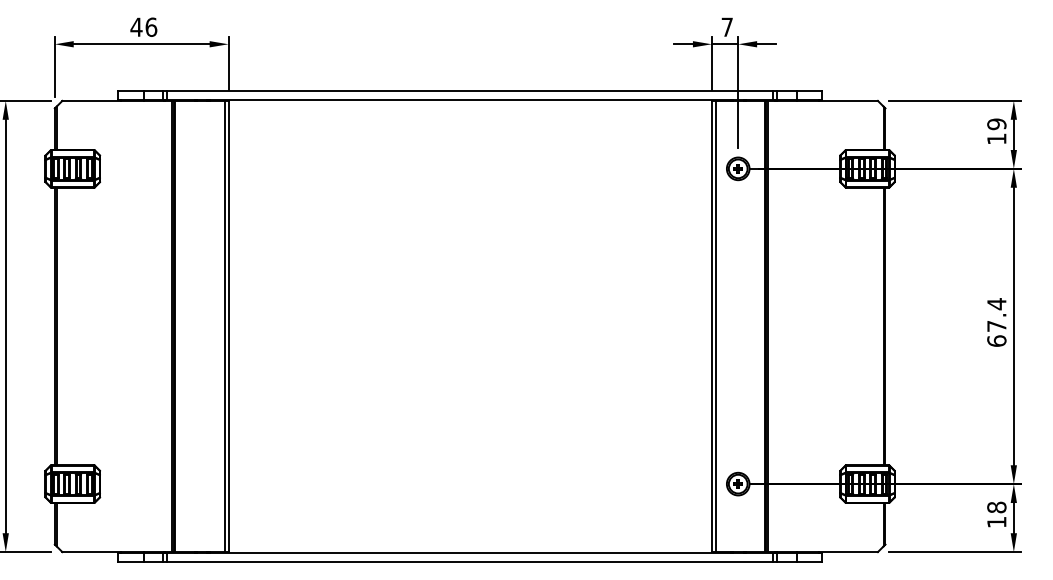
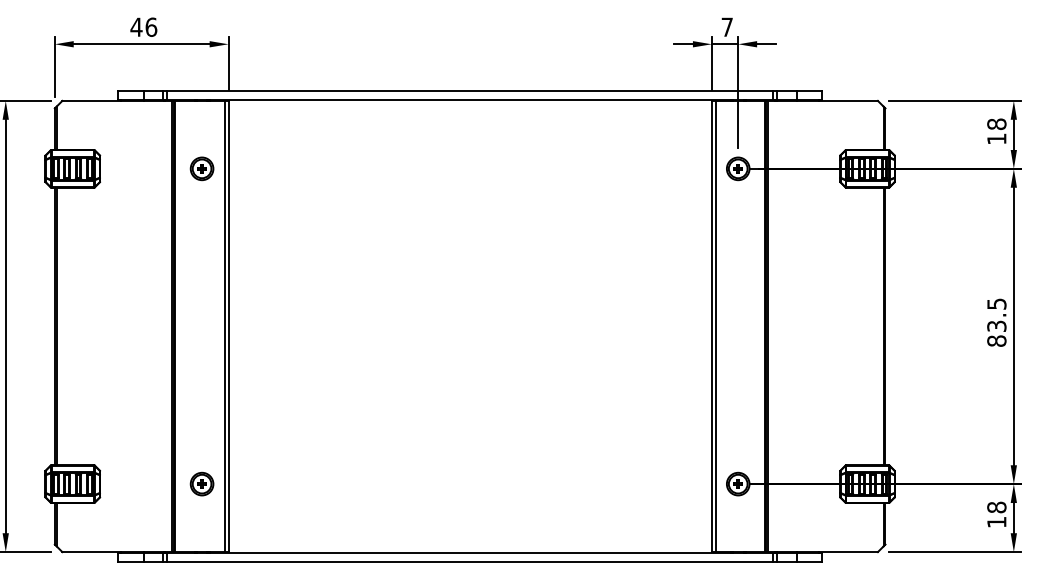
text at (996, 124): 19 -> 18
part at (201, 168): none -> present
text at (996, 322): 67.4 -> 83.5
part at (201, 483): none -> present
